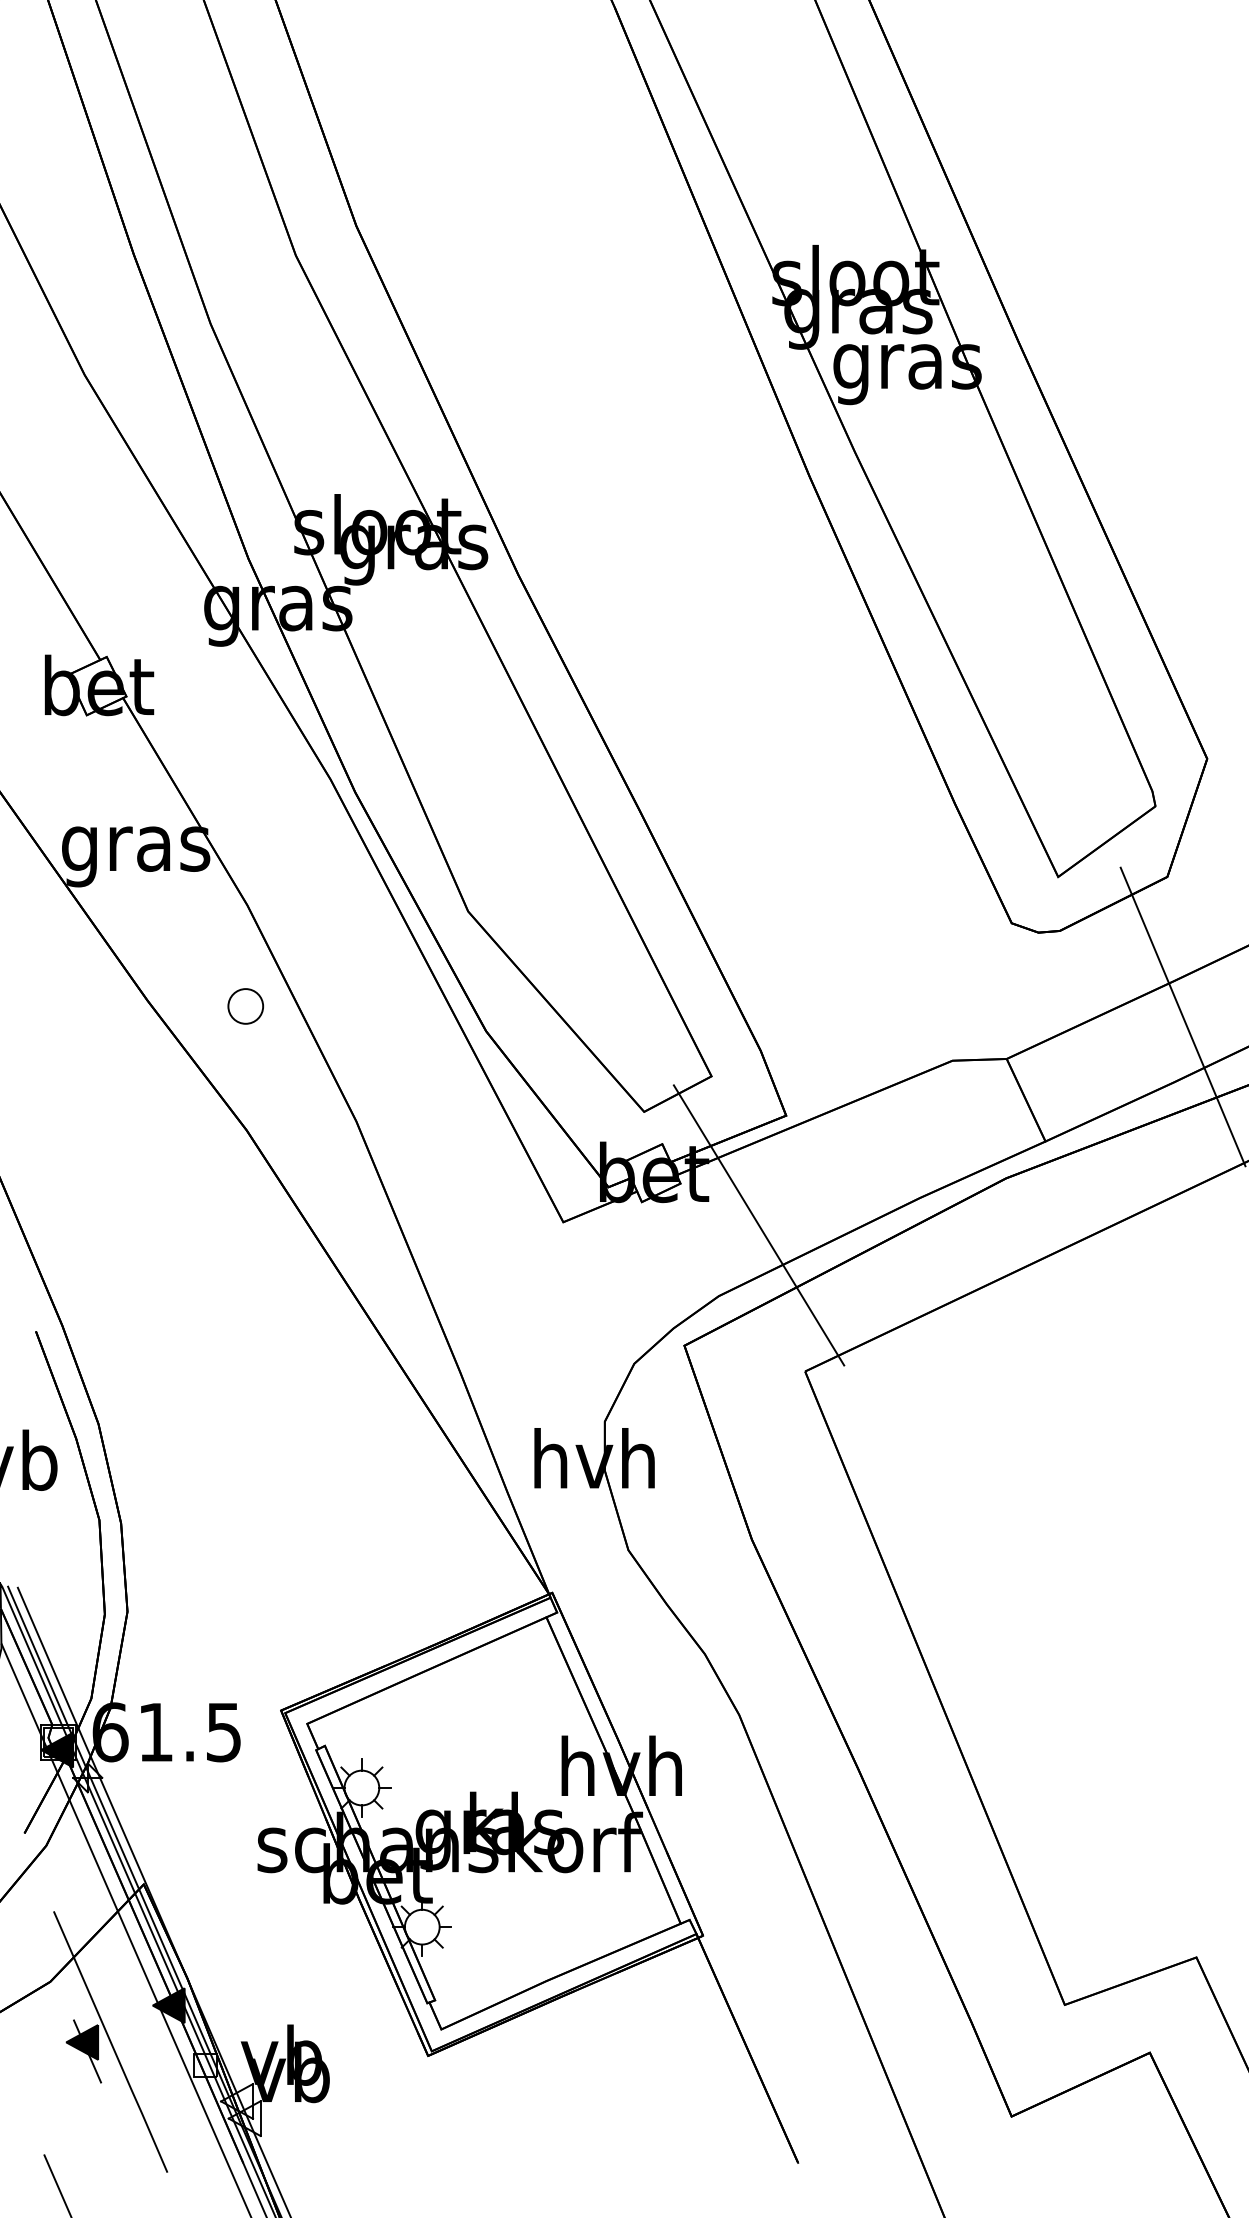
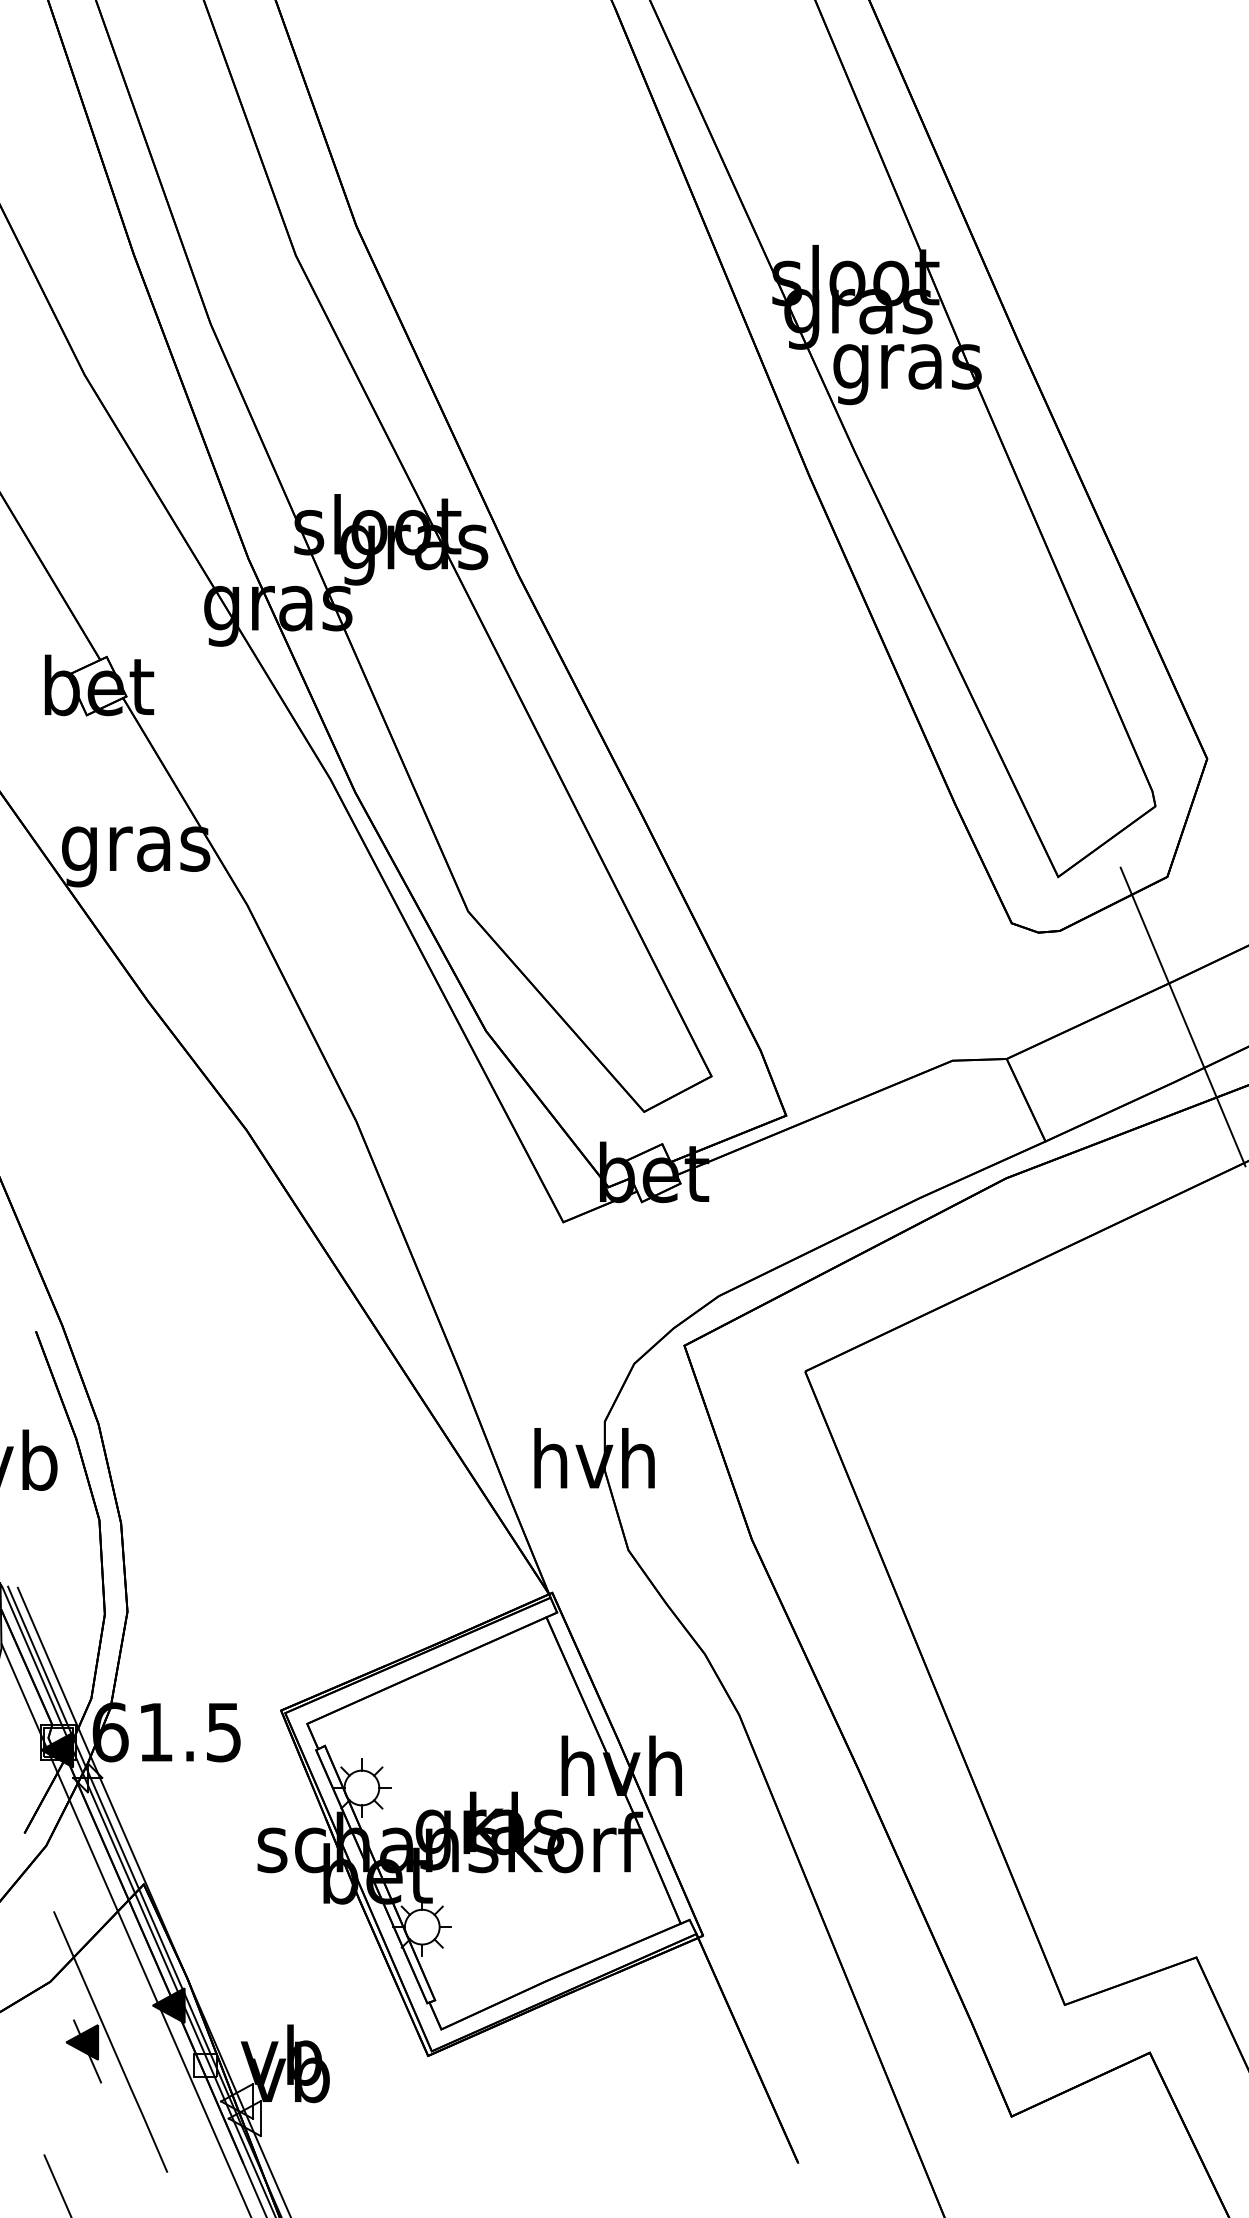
part at (245, 1006): present -> none
line at (758, 1225): present -> none
